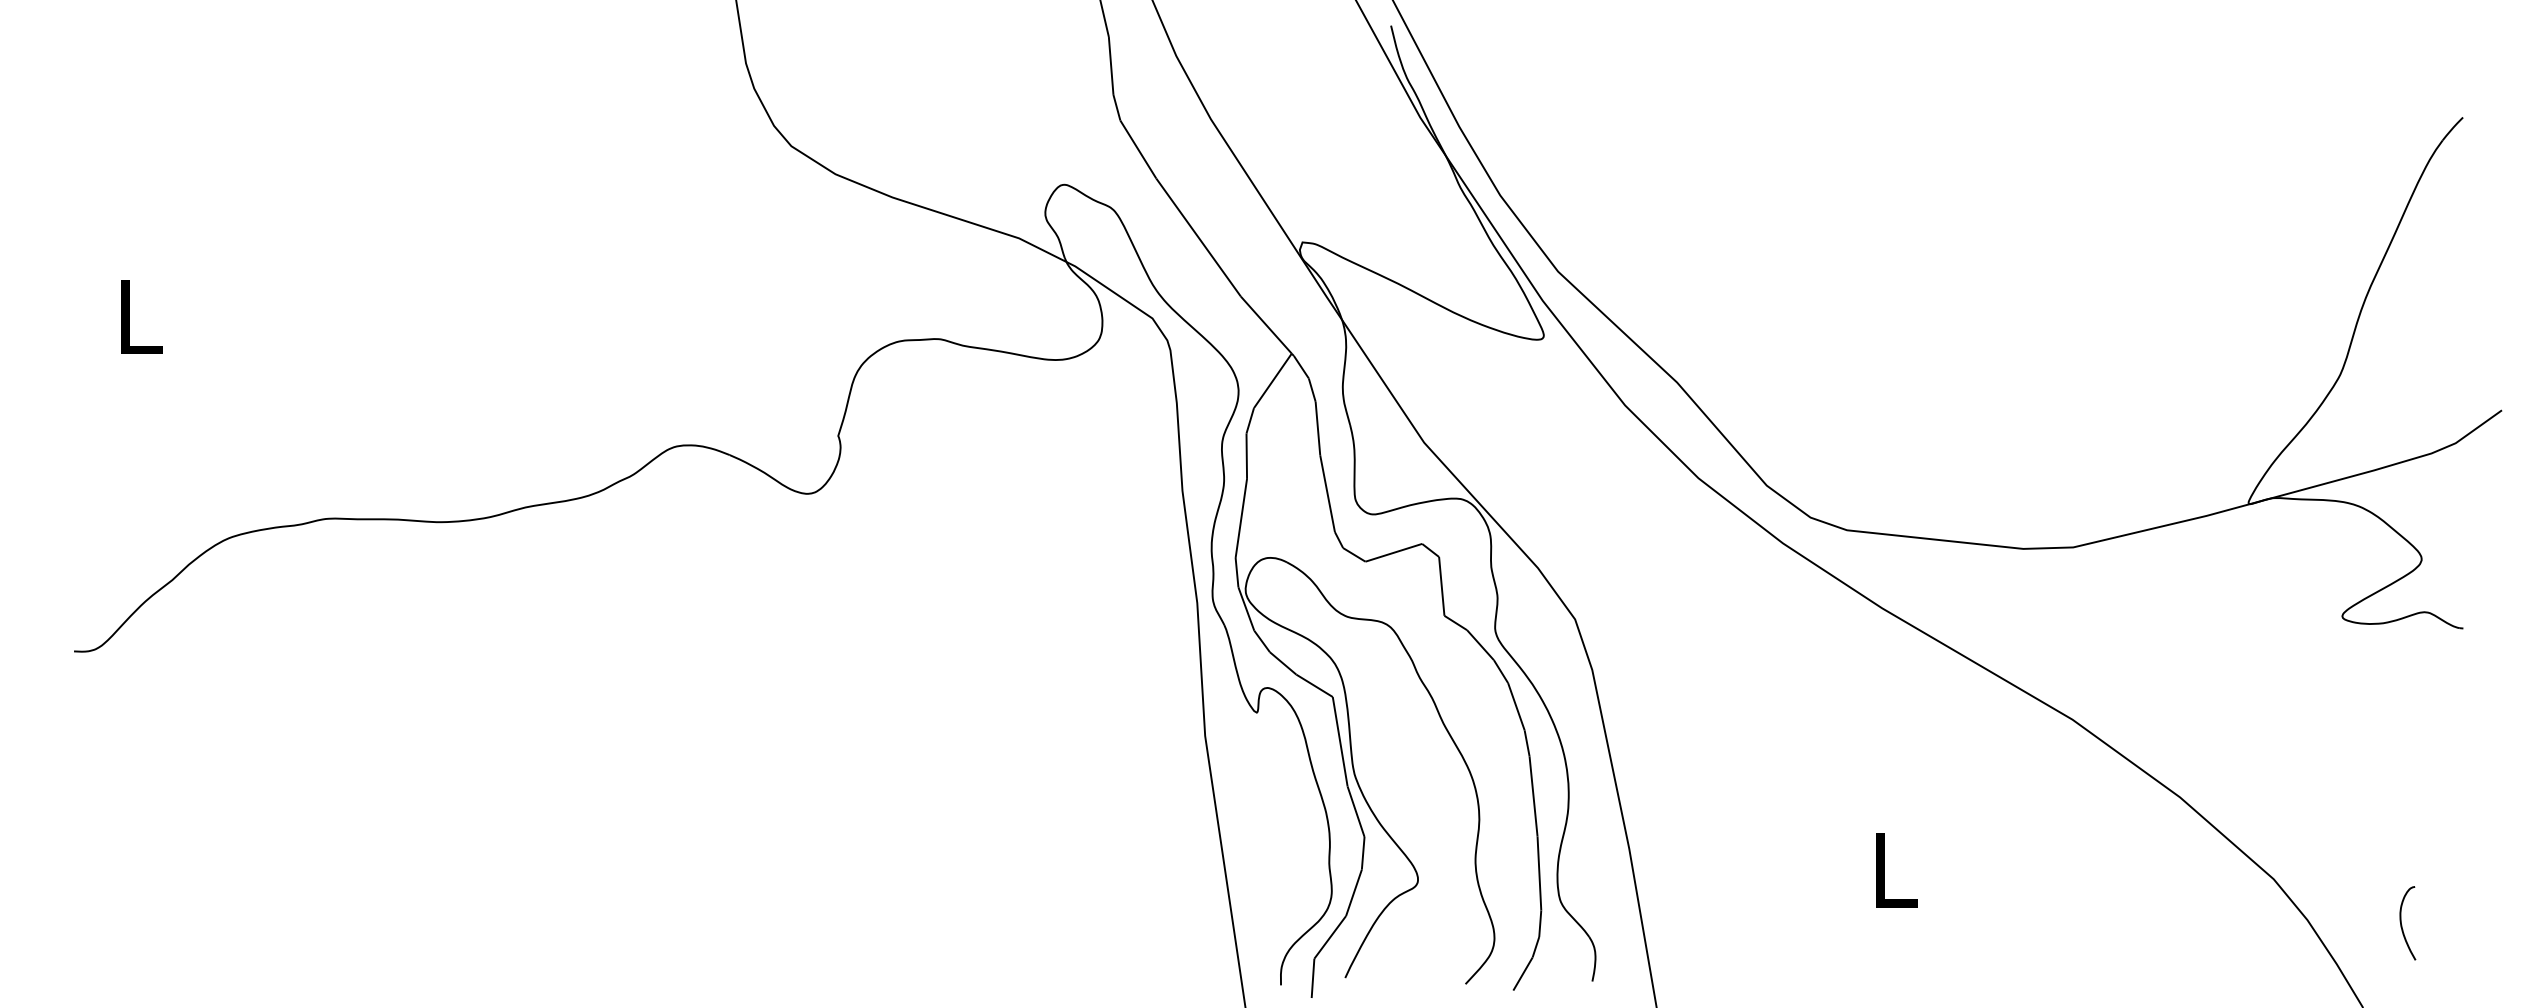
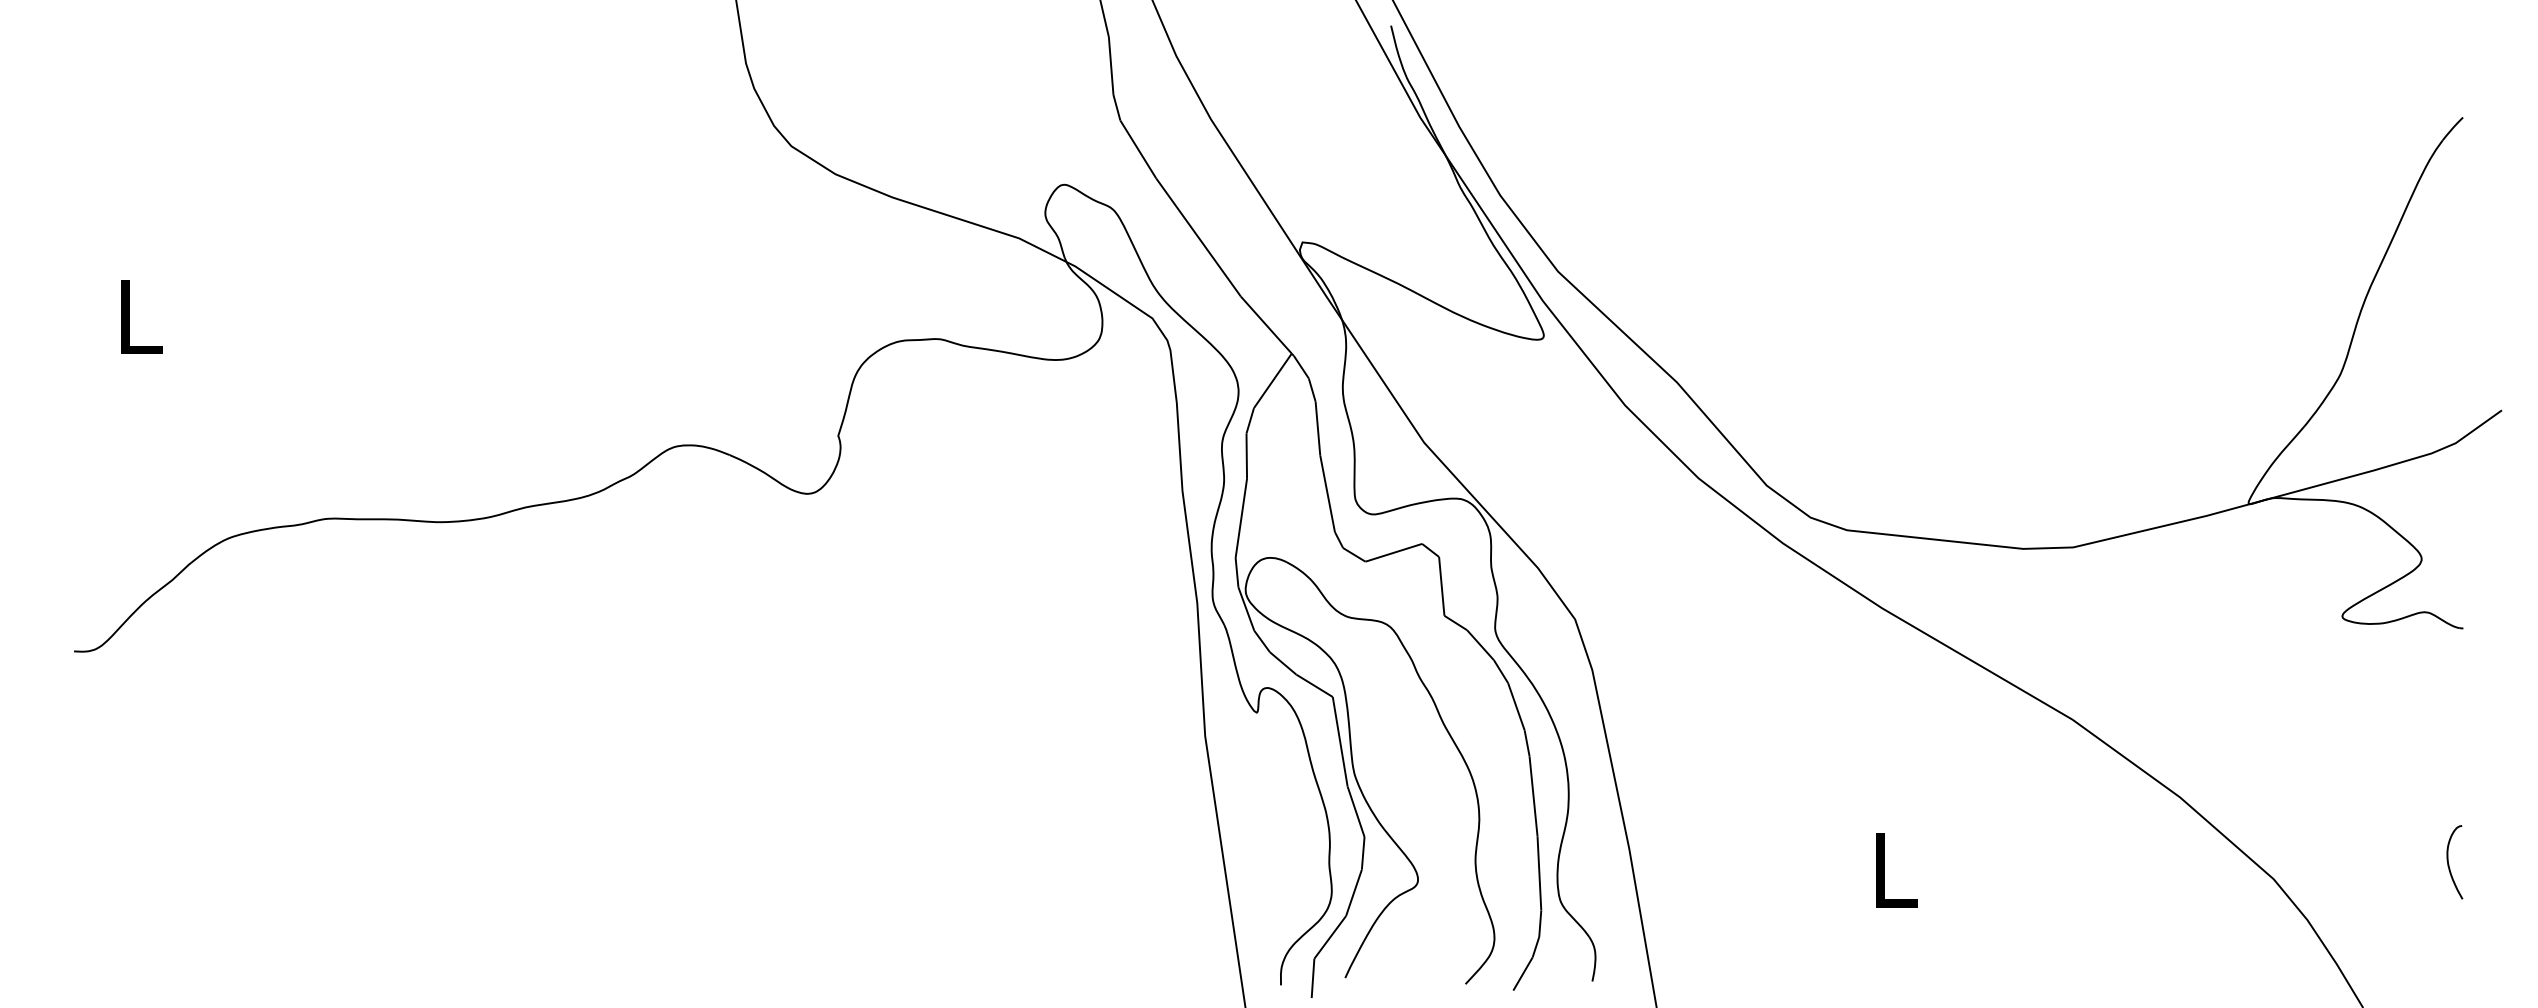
curve at (2402, 925) position: (2402, 925) -> (2449, 864)
